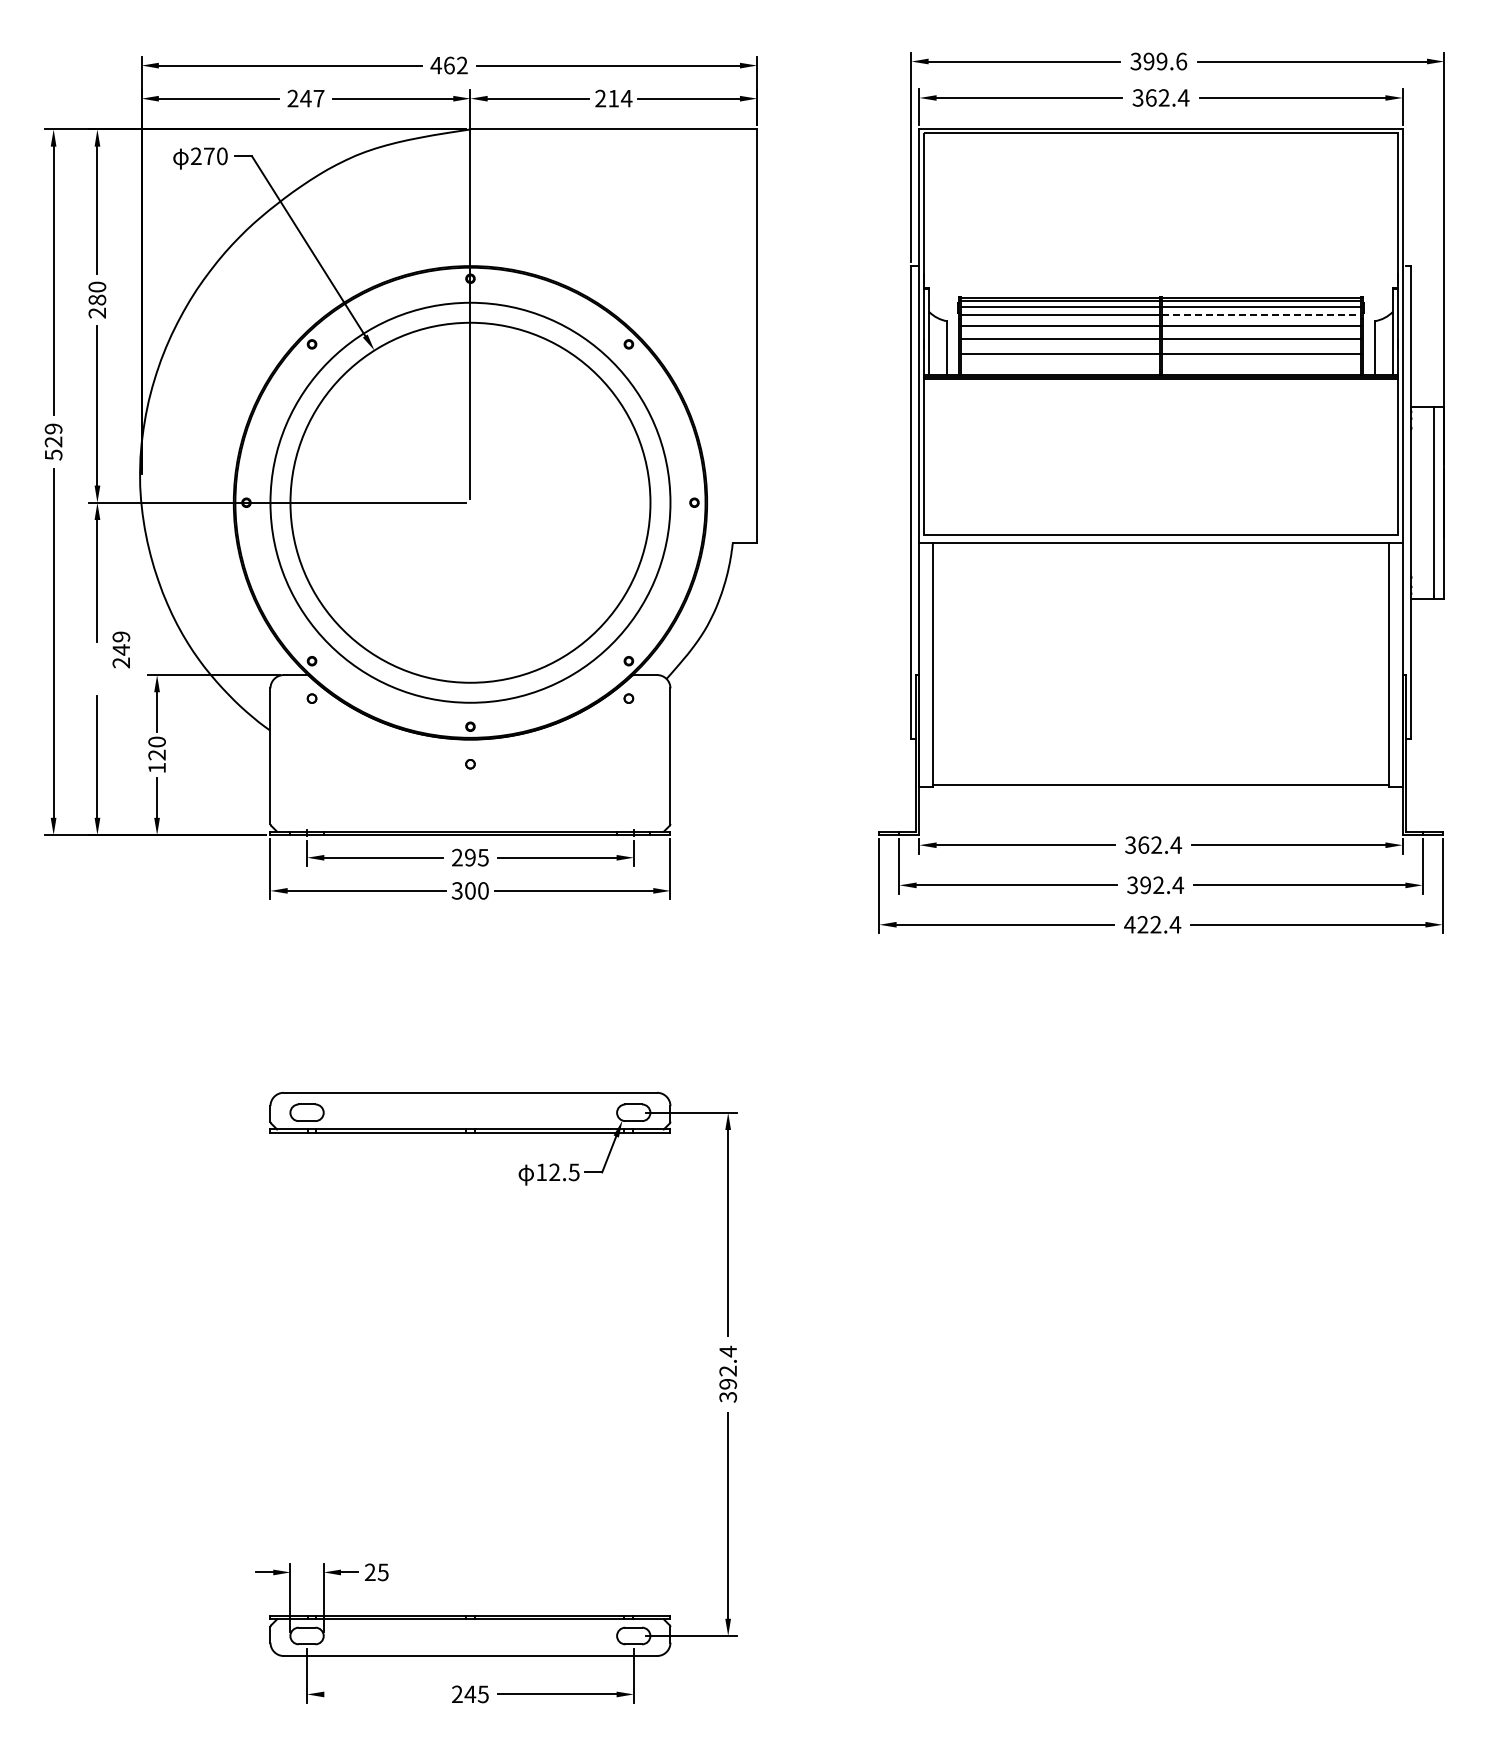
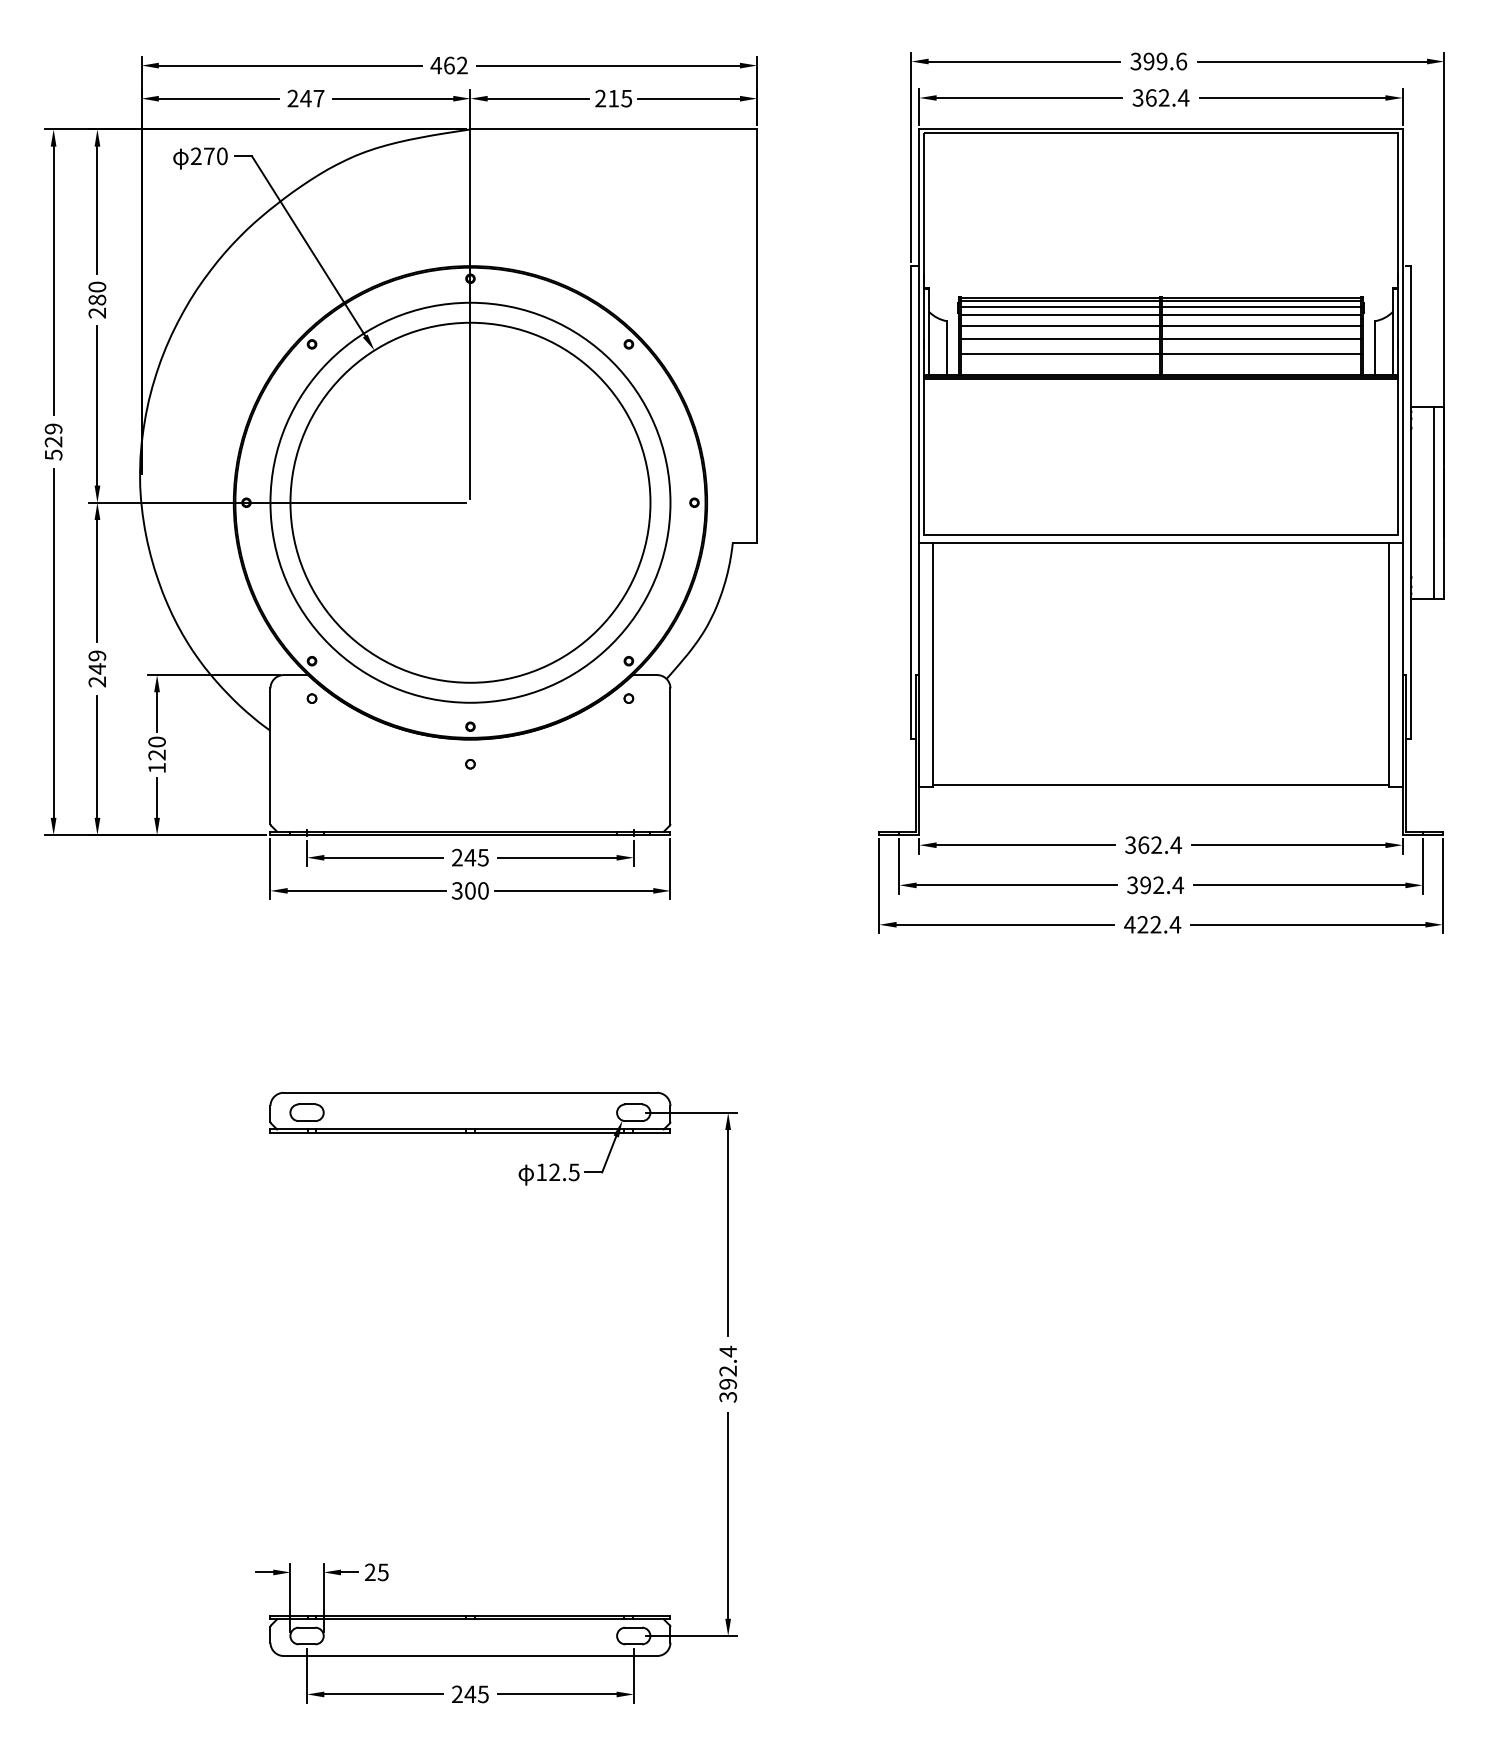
text at (626, 98): 214 -> 215
line at (1261, 315): dashed -> solid
text at (121, 649) position: (121, 649) -> (97, 668)
text at (470, 857): 295 -> 245
line at (383, 1694): none -> present
